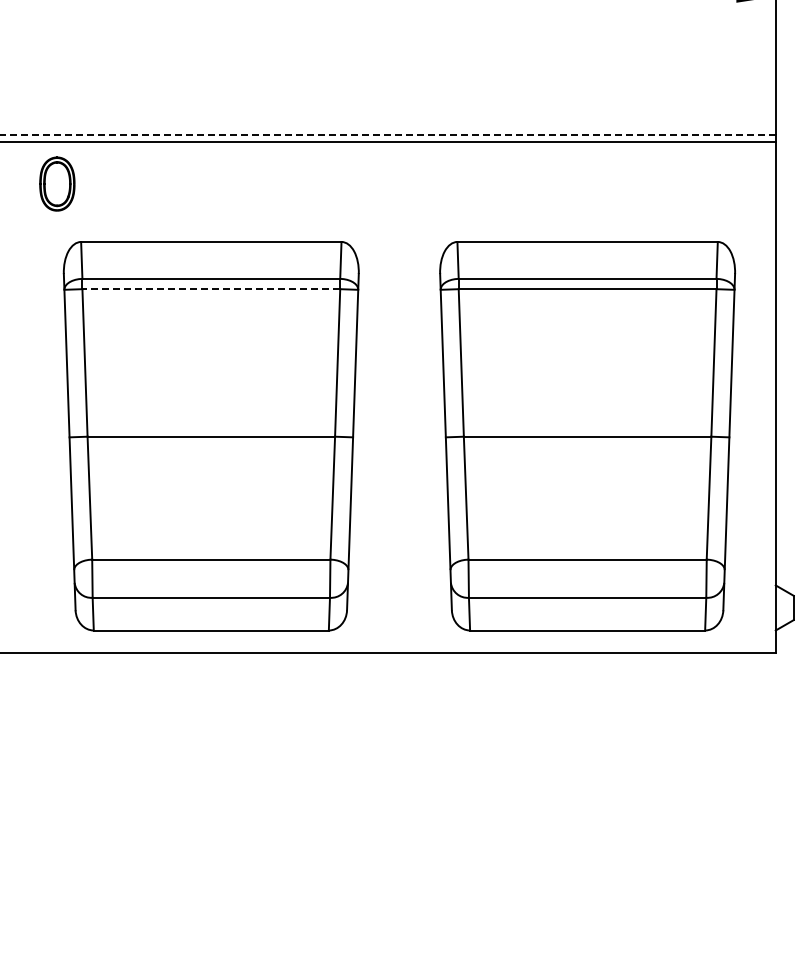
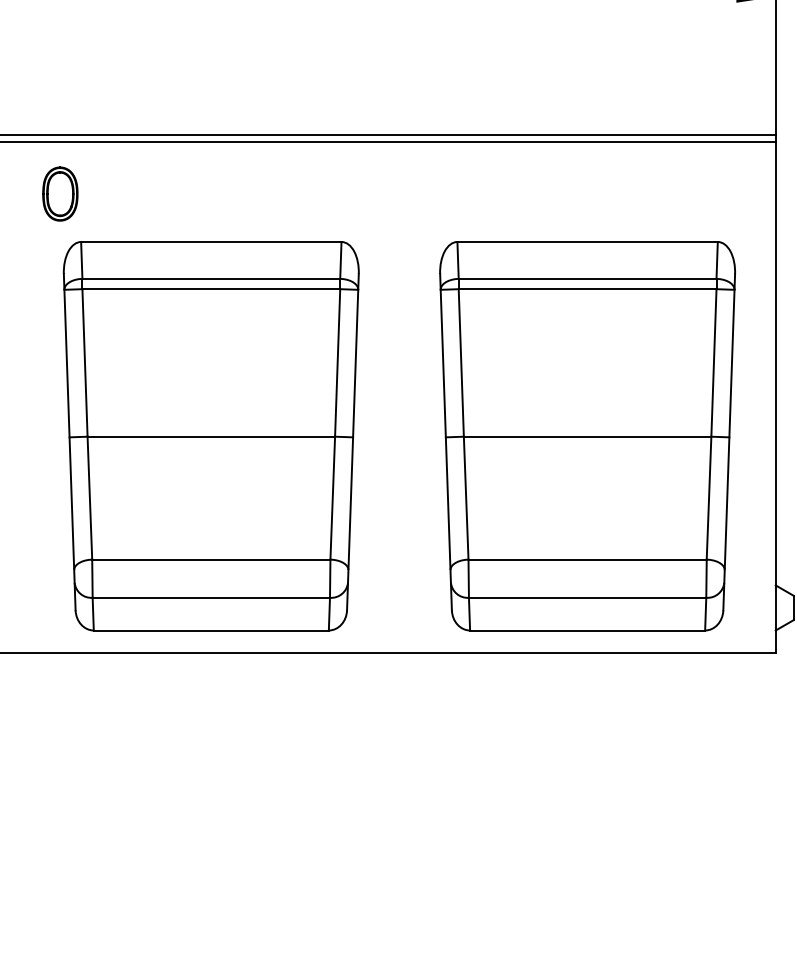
line at (387, 134): dashed -> solid
part at (57, 183) position: (57, 183) -> (60, 193)
line at (211, 289): dashed -> solid
